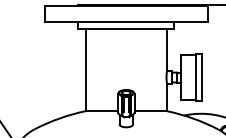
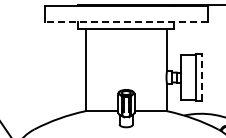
line at (126, 22): solid -> dashed
line at (202, 77): solid -> dashed
